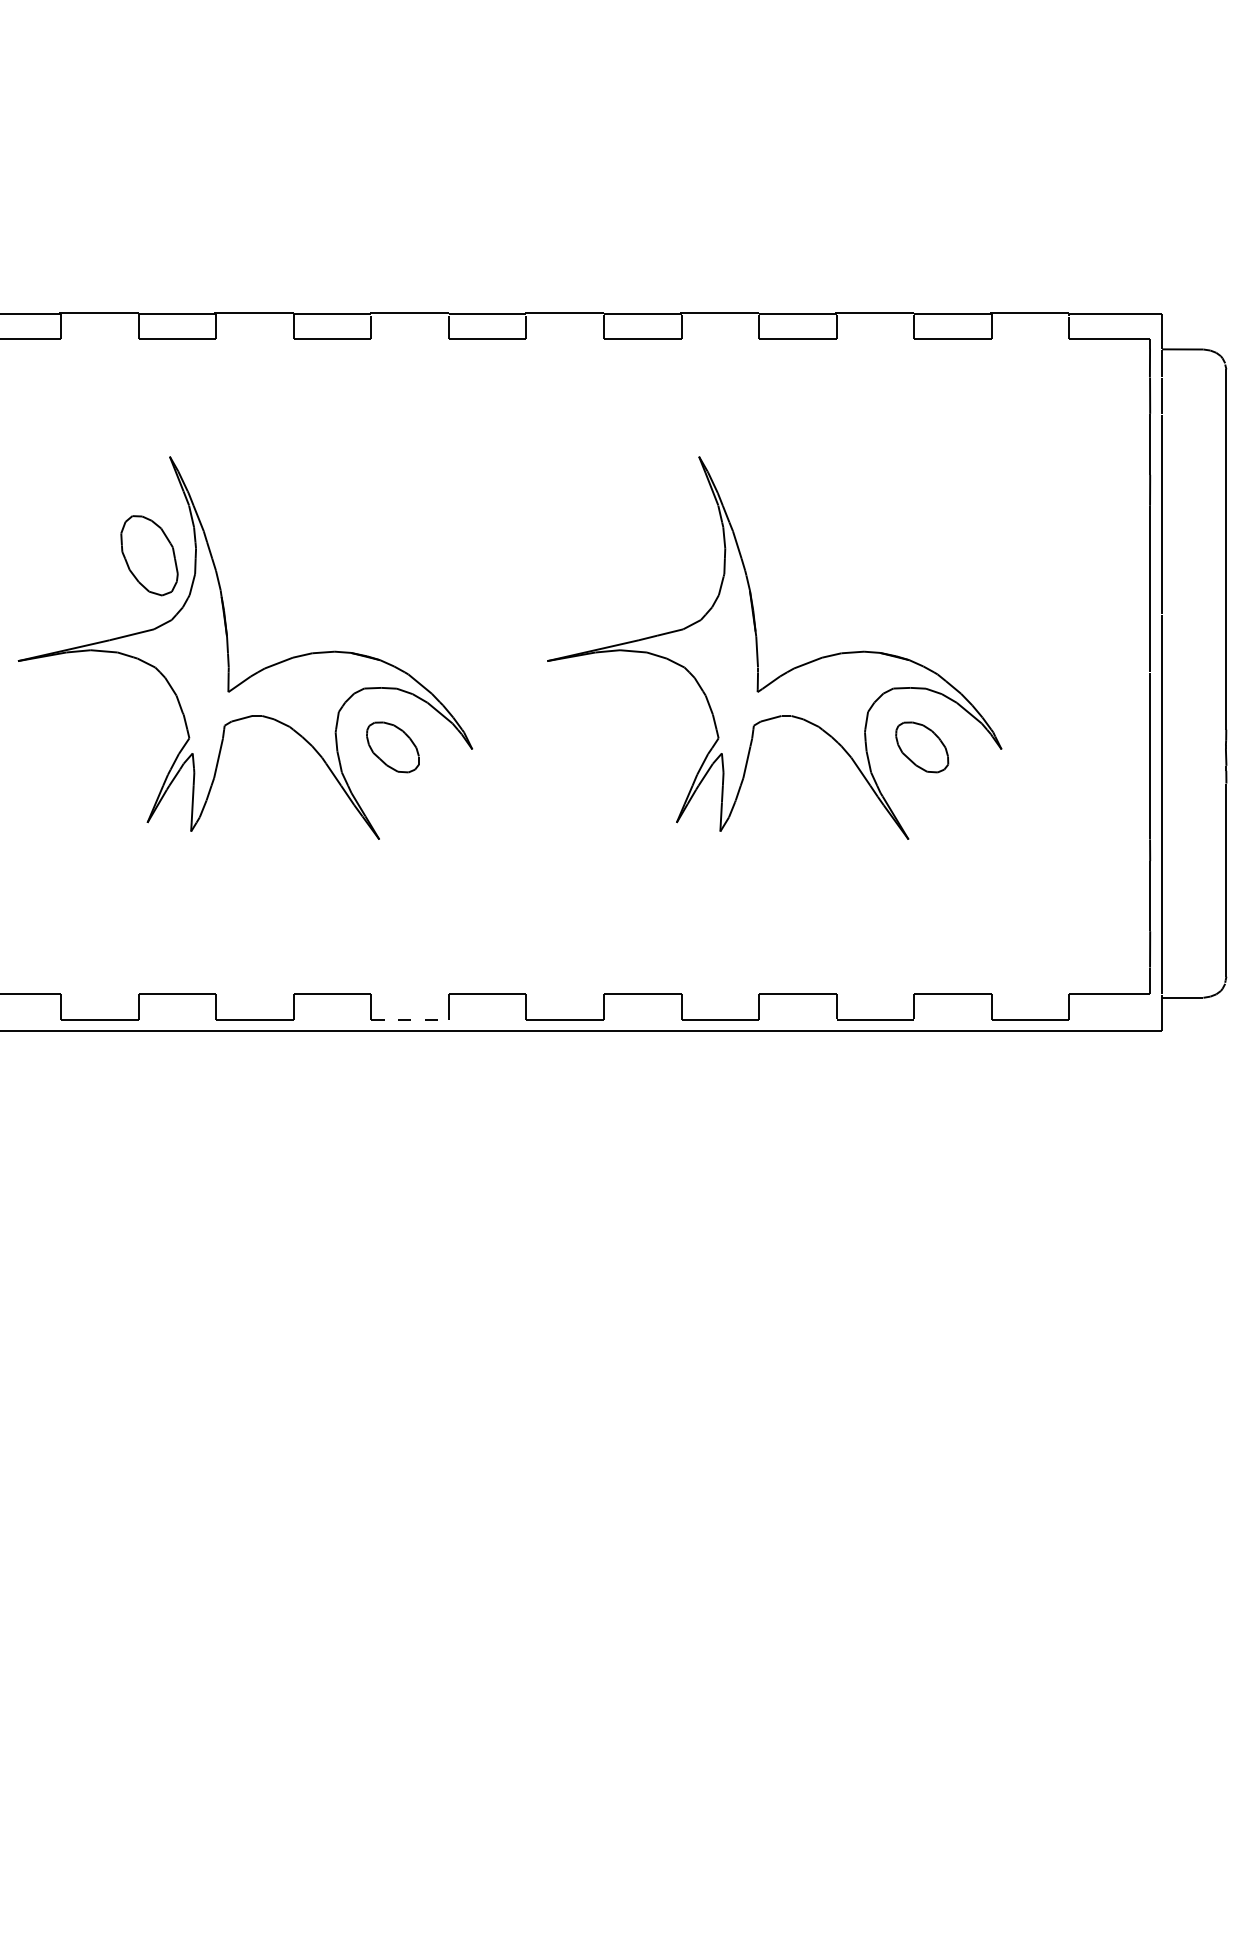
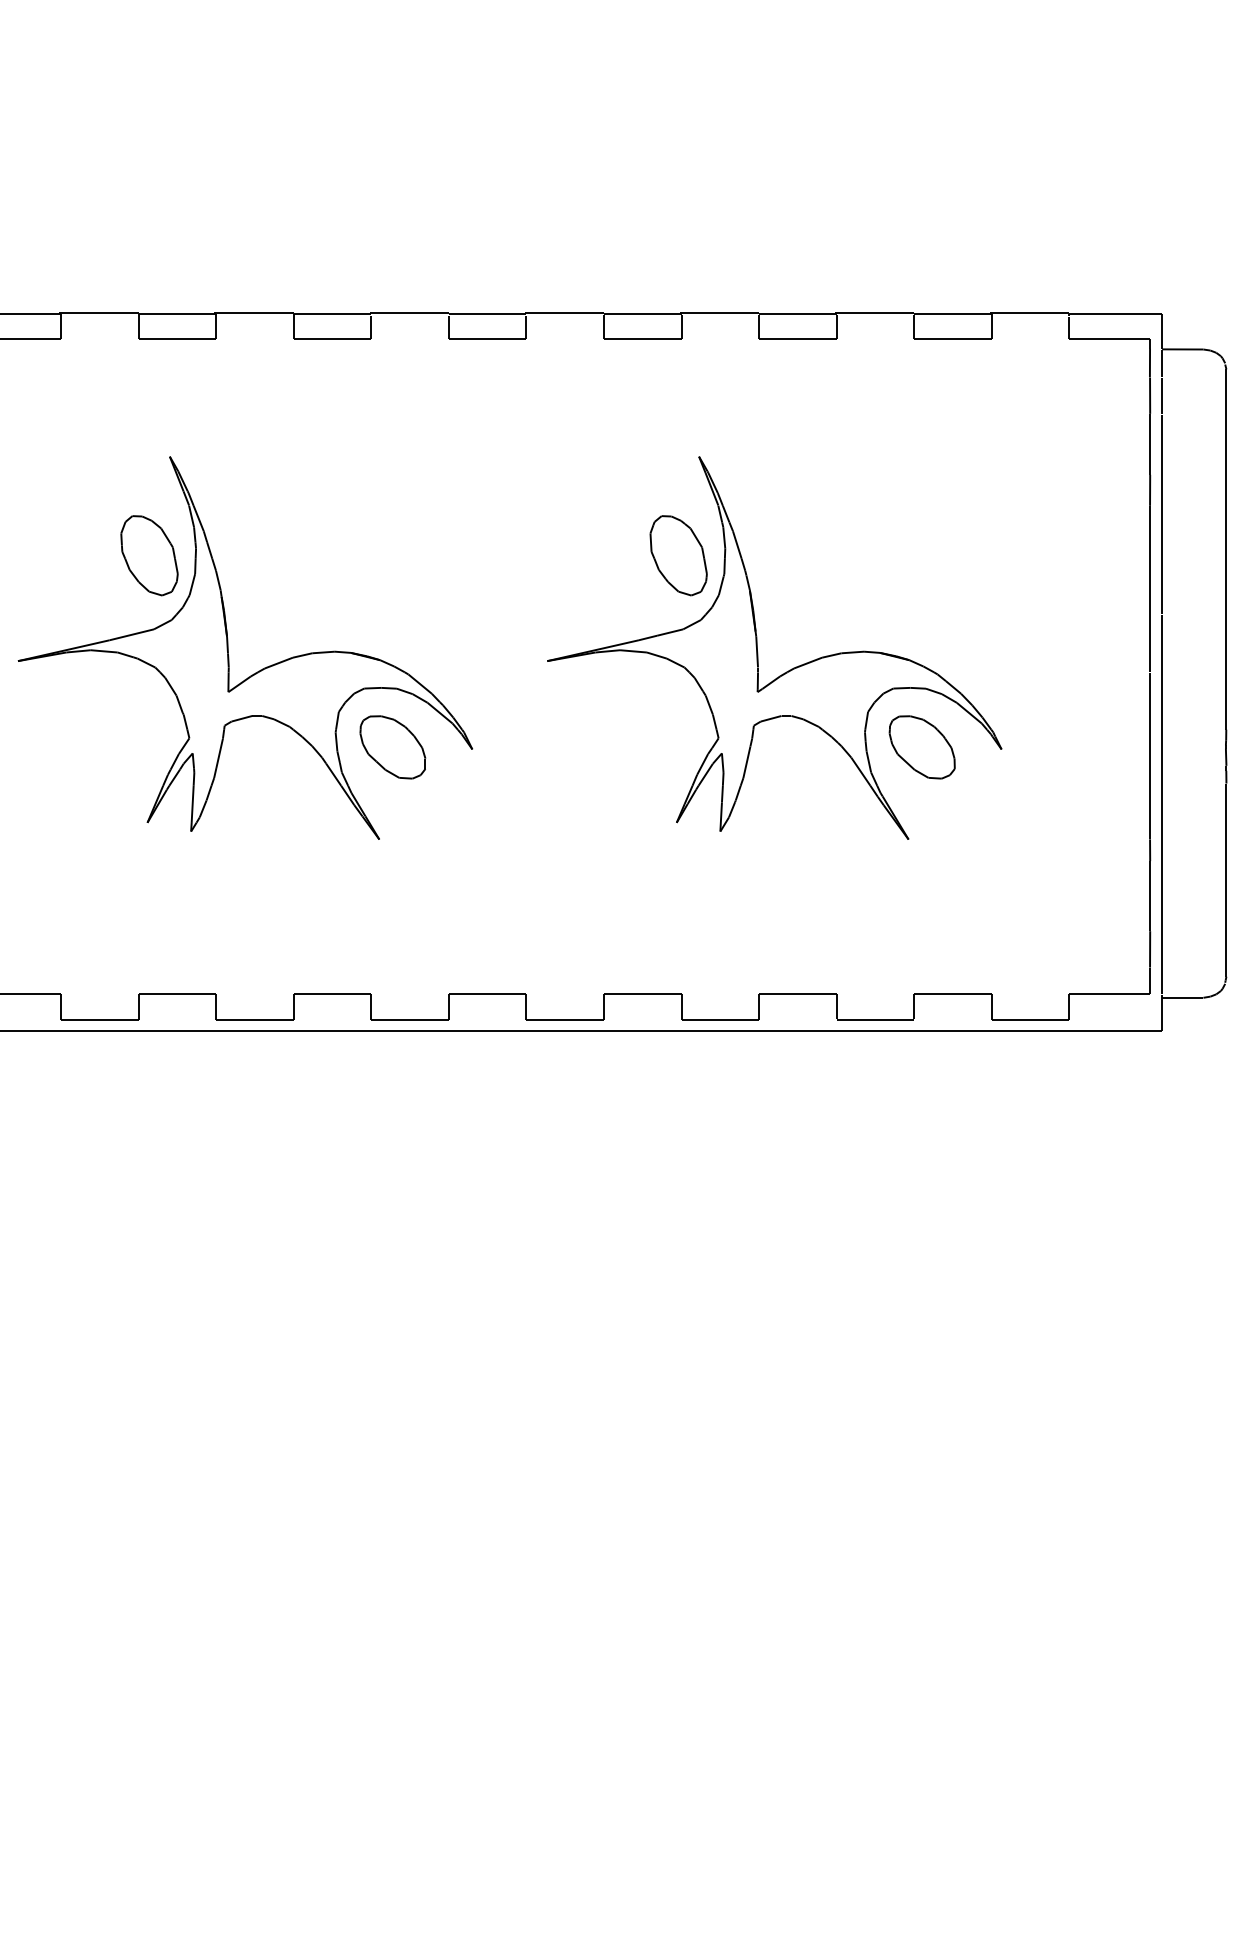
part at (678, 555): none -> present
part at (392, 747) size: 54x53 px -> 68x65 px
part at (922, 747) size: 55x53 px -> 68x65 px
line at (410, 1019): dashed -> solid
